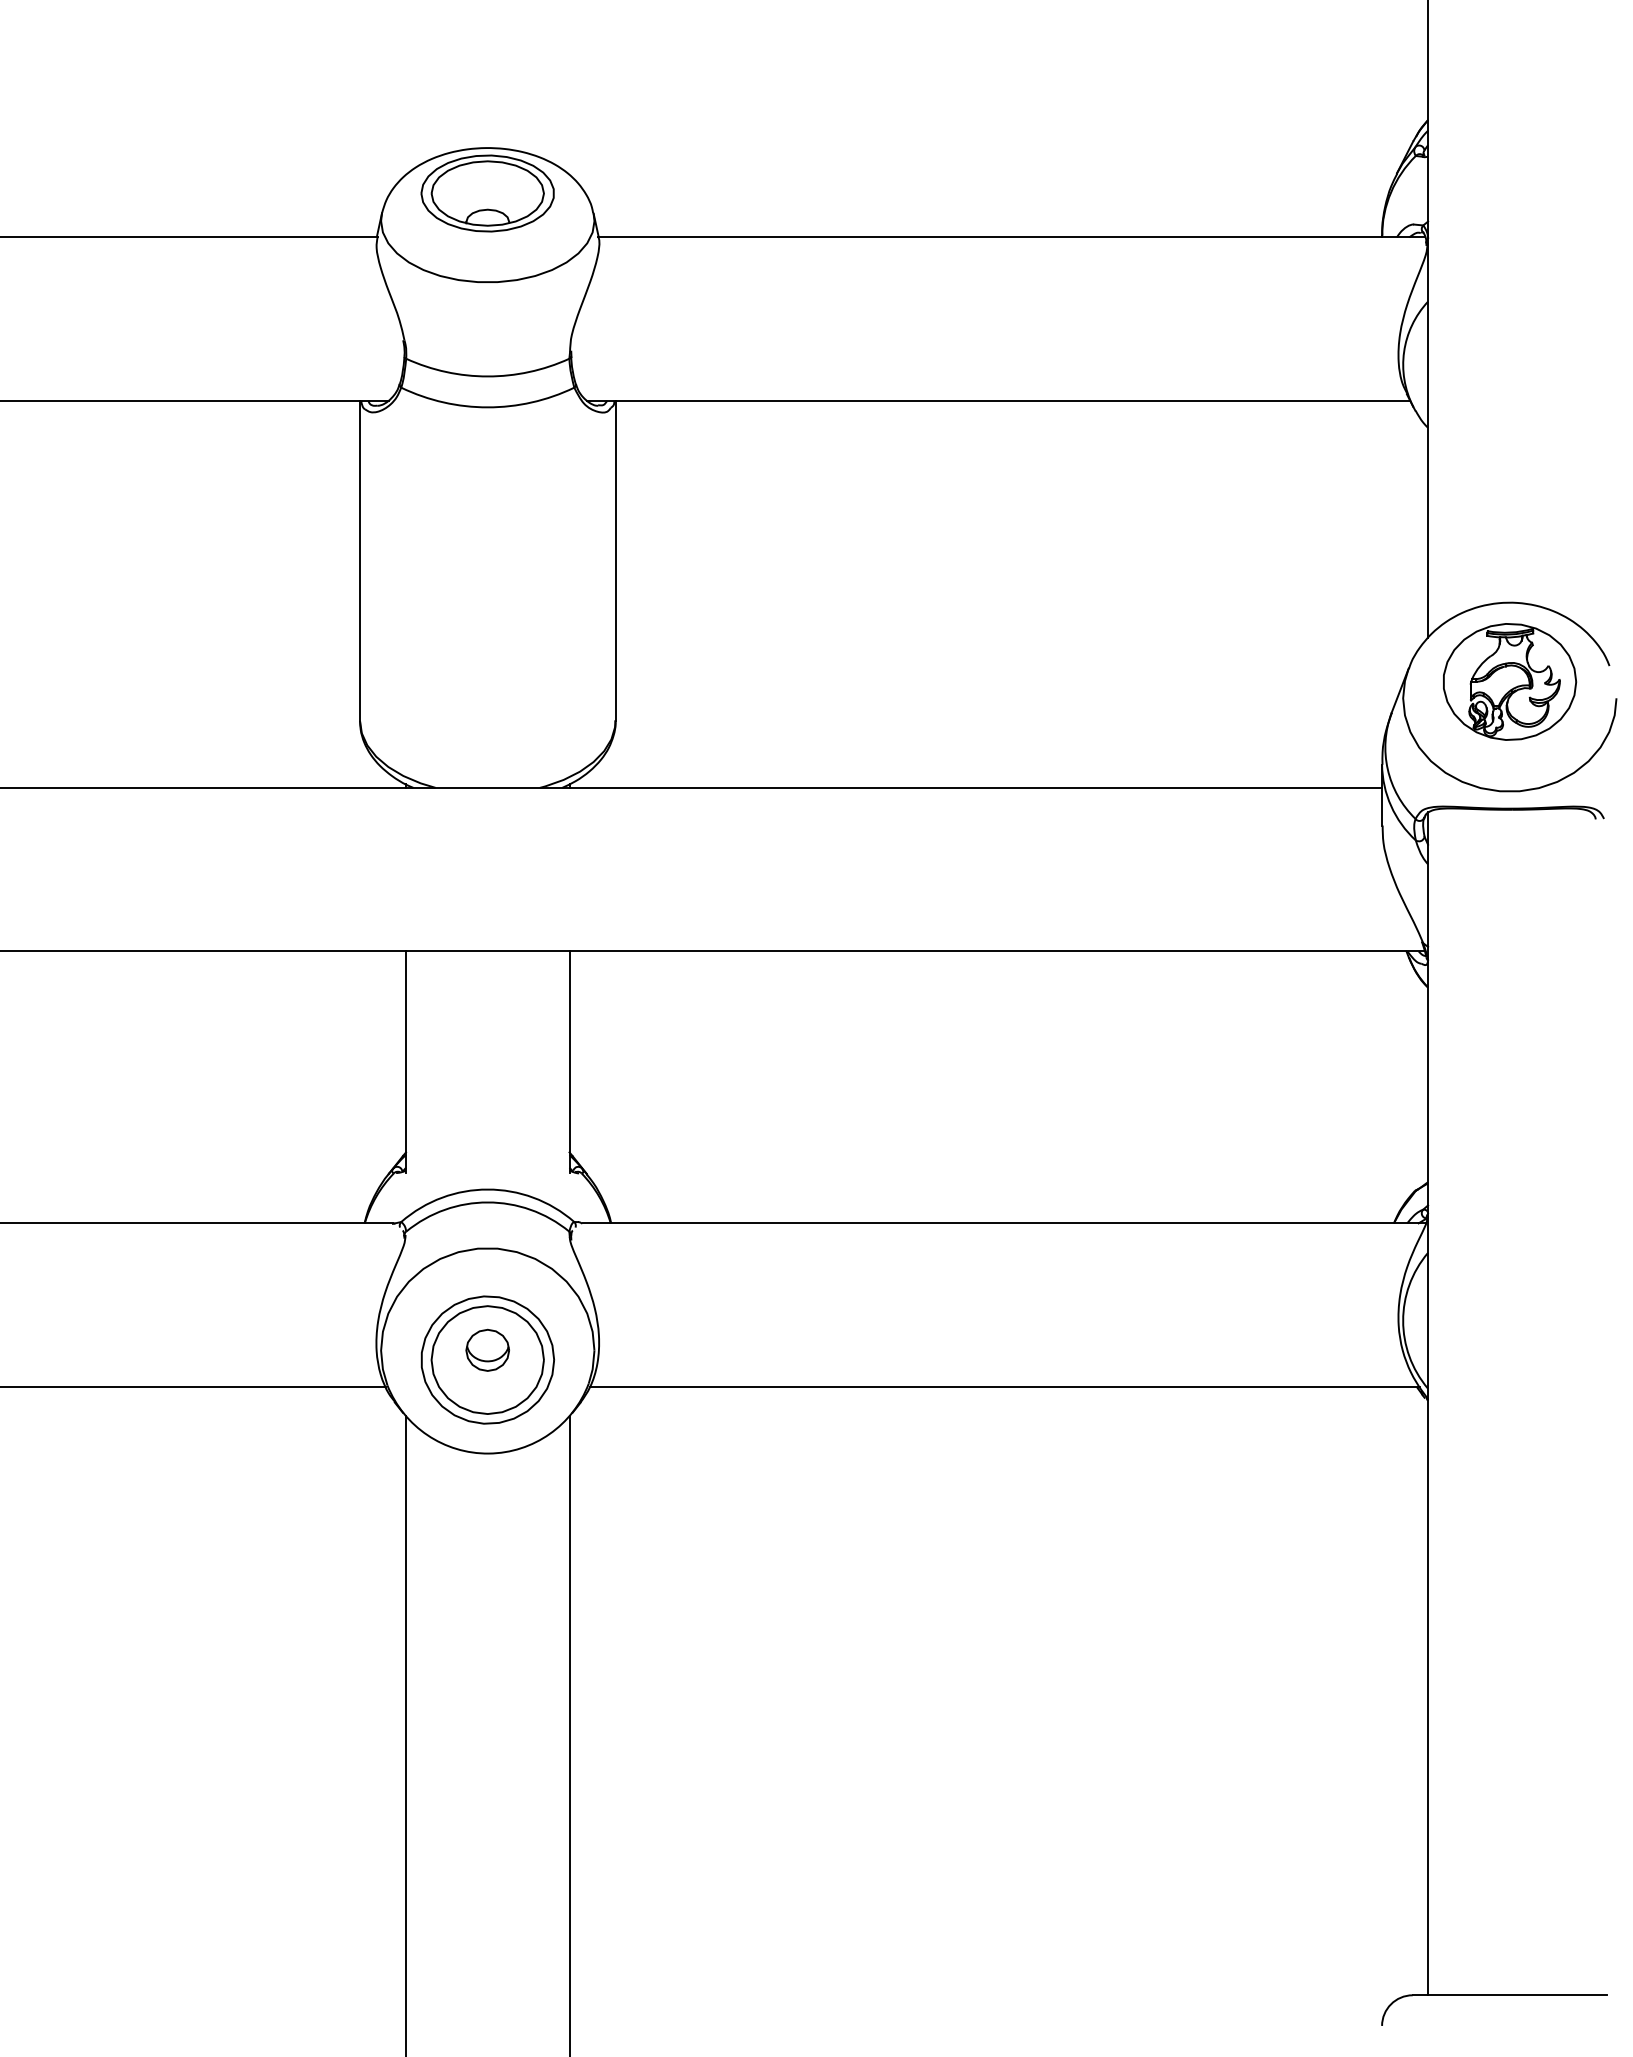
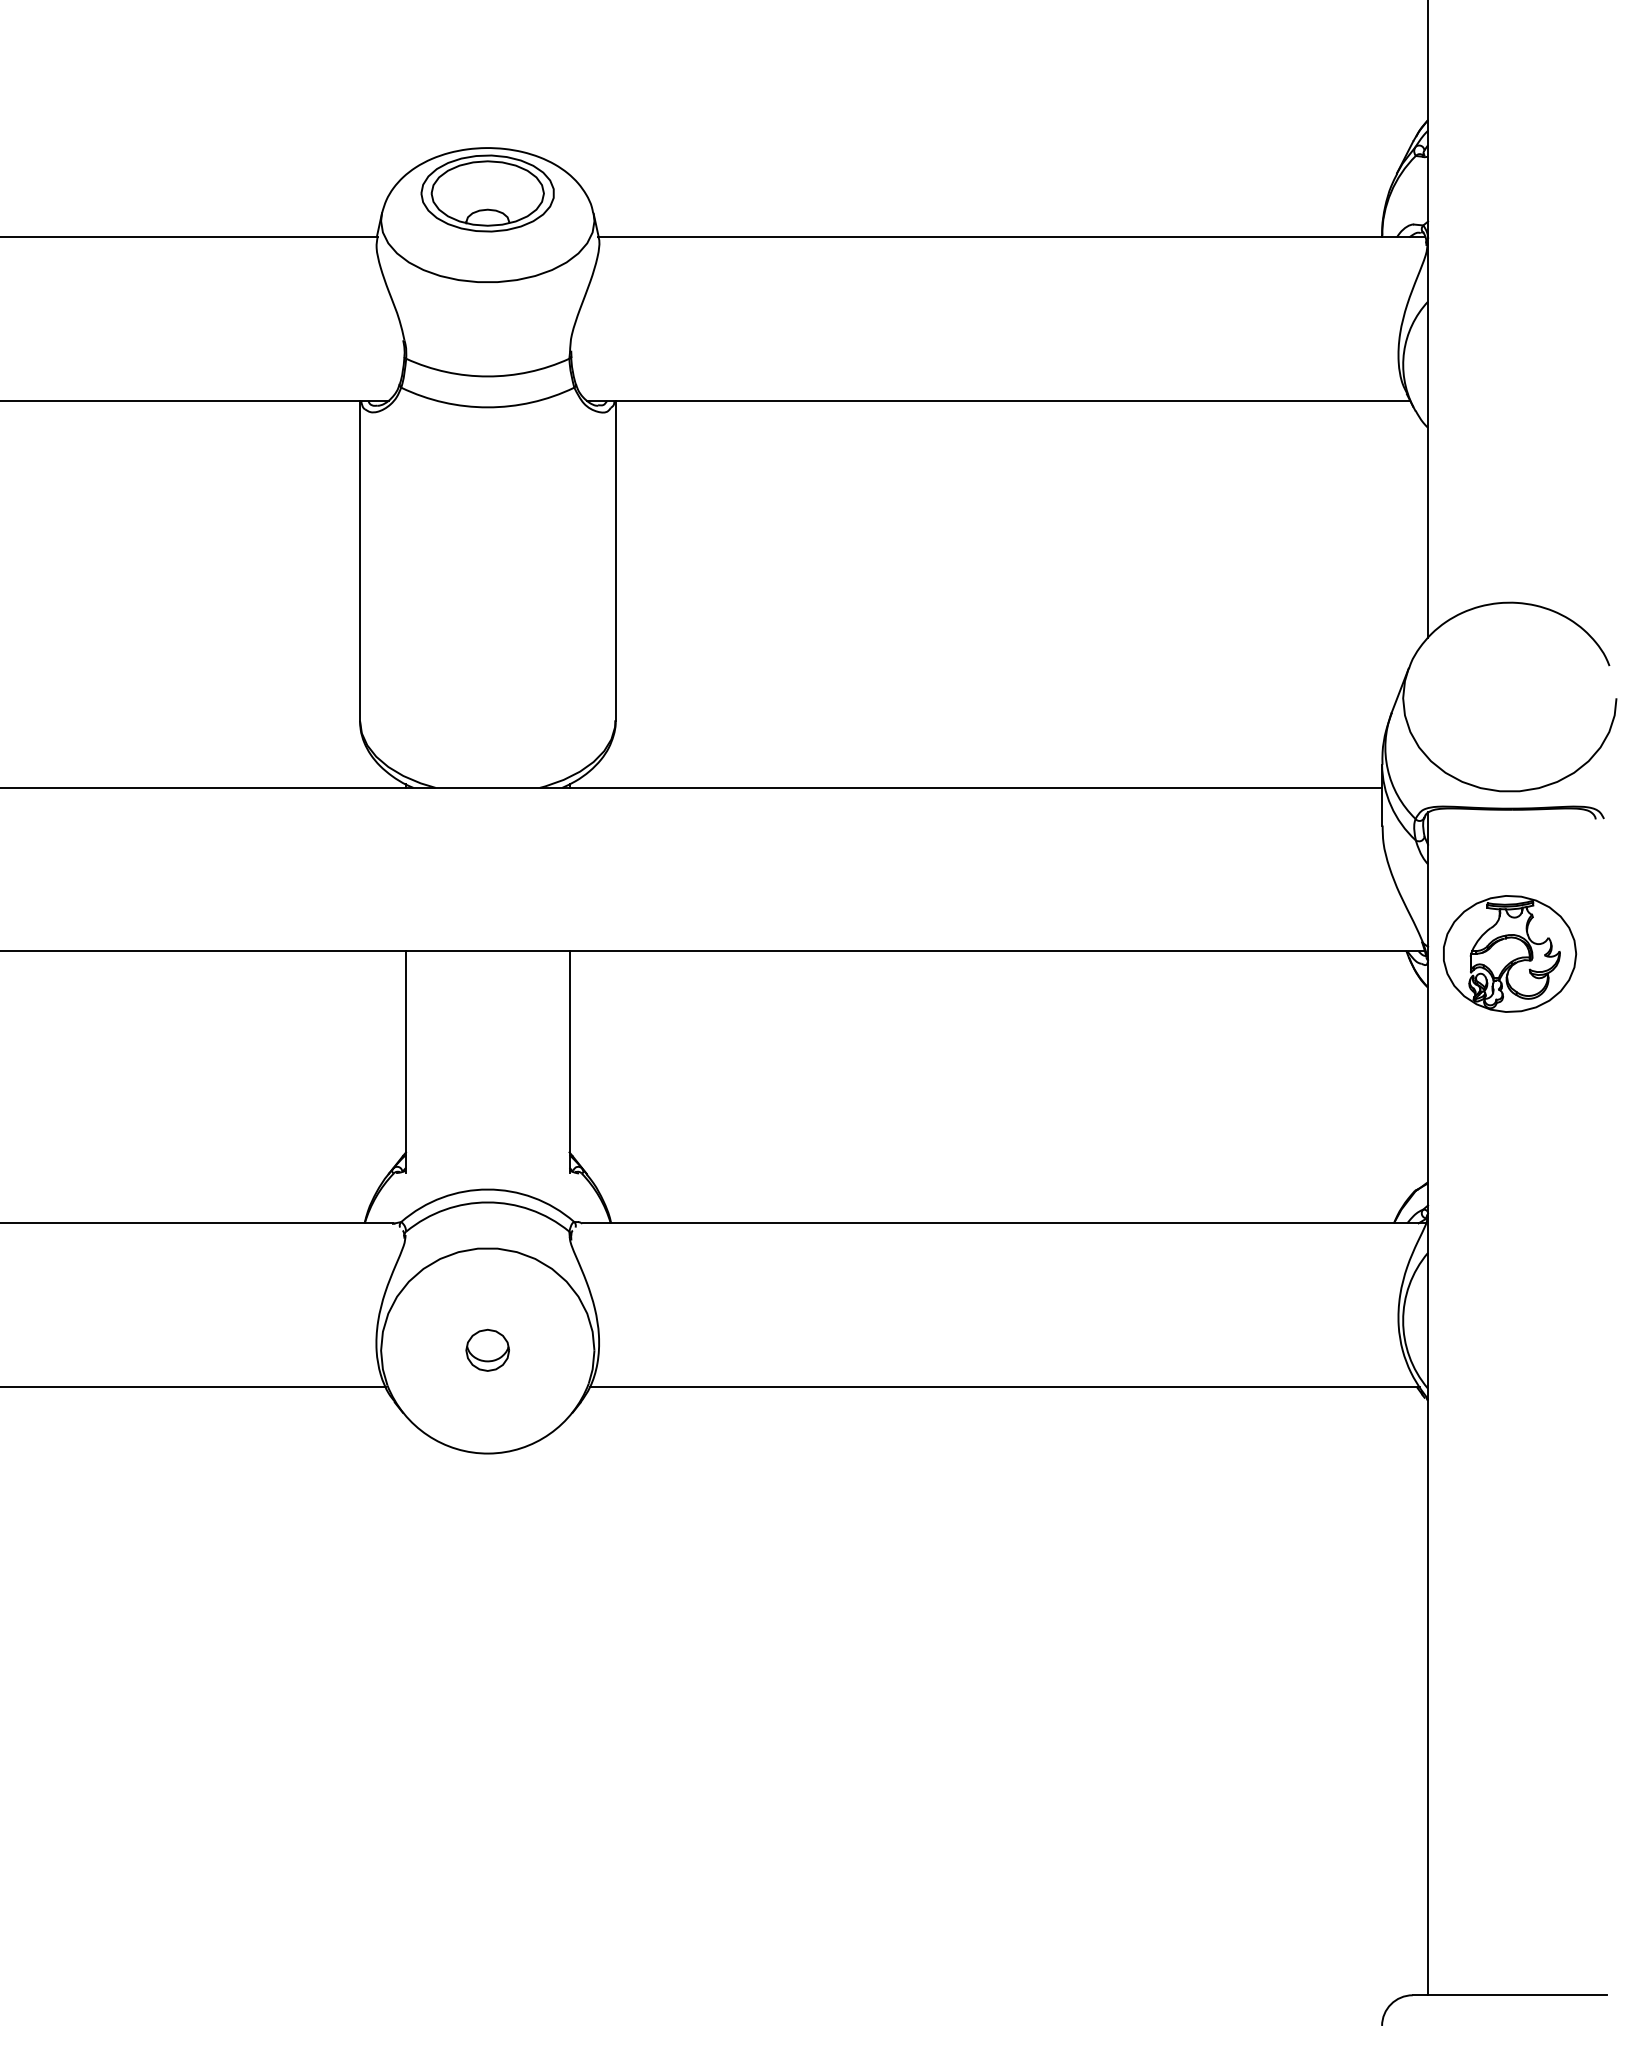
part at (1510, 681) position: (1510, 681) -> (1510, 953)
part at (487, 1359): present -> none
line at (406, 1734): present -> none
line at (569, 1734): present -> none
